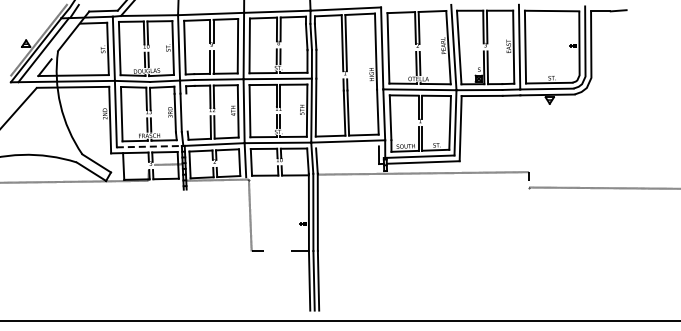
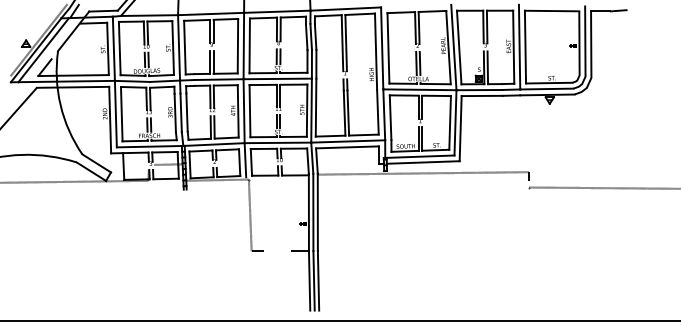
line at (186, 112): none -> present
line at (150, 146): dashed -> solid
line at (347, 147): none -> present
